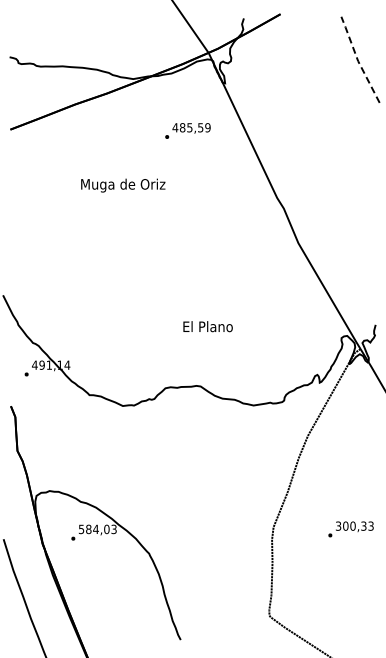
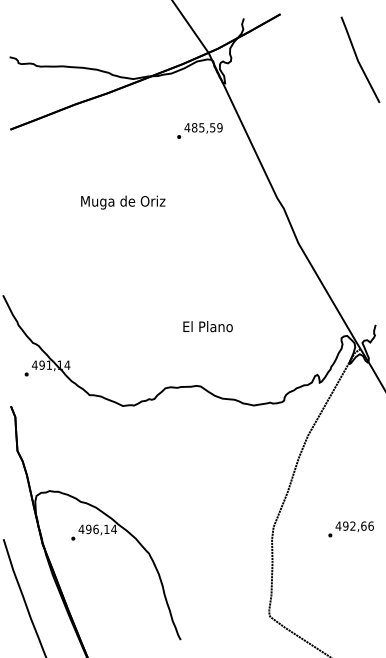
line at (357, 60): dashed -> solid
text at (187, 130) position: (187, 130) -> (199, 130)
text at (123, 185) position: (123, 185) -> (123, 202)
text at (354, 525): 300,33 -> 492,66
text at (97, 529): 584,03 -> 496,14
